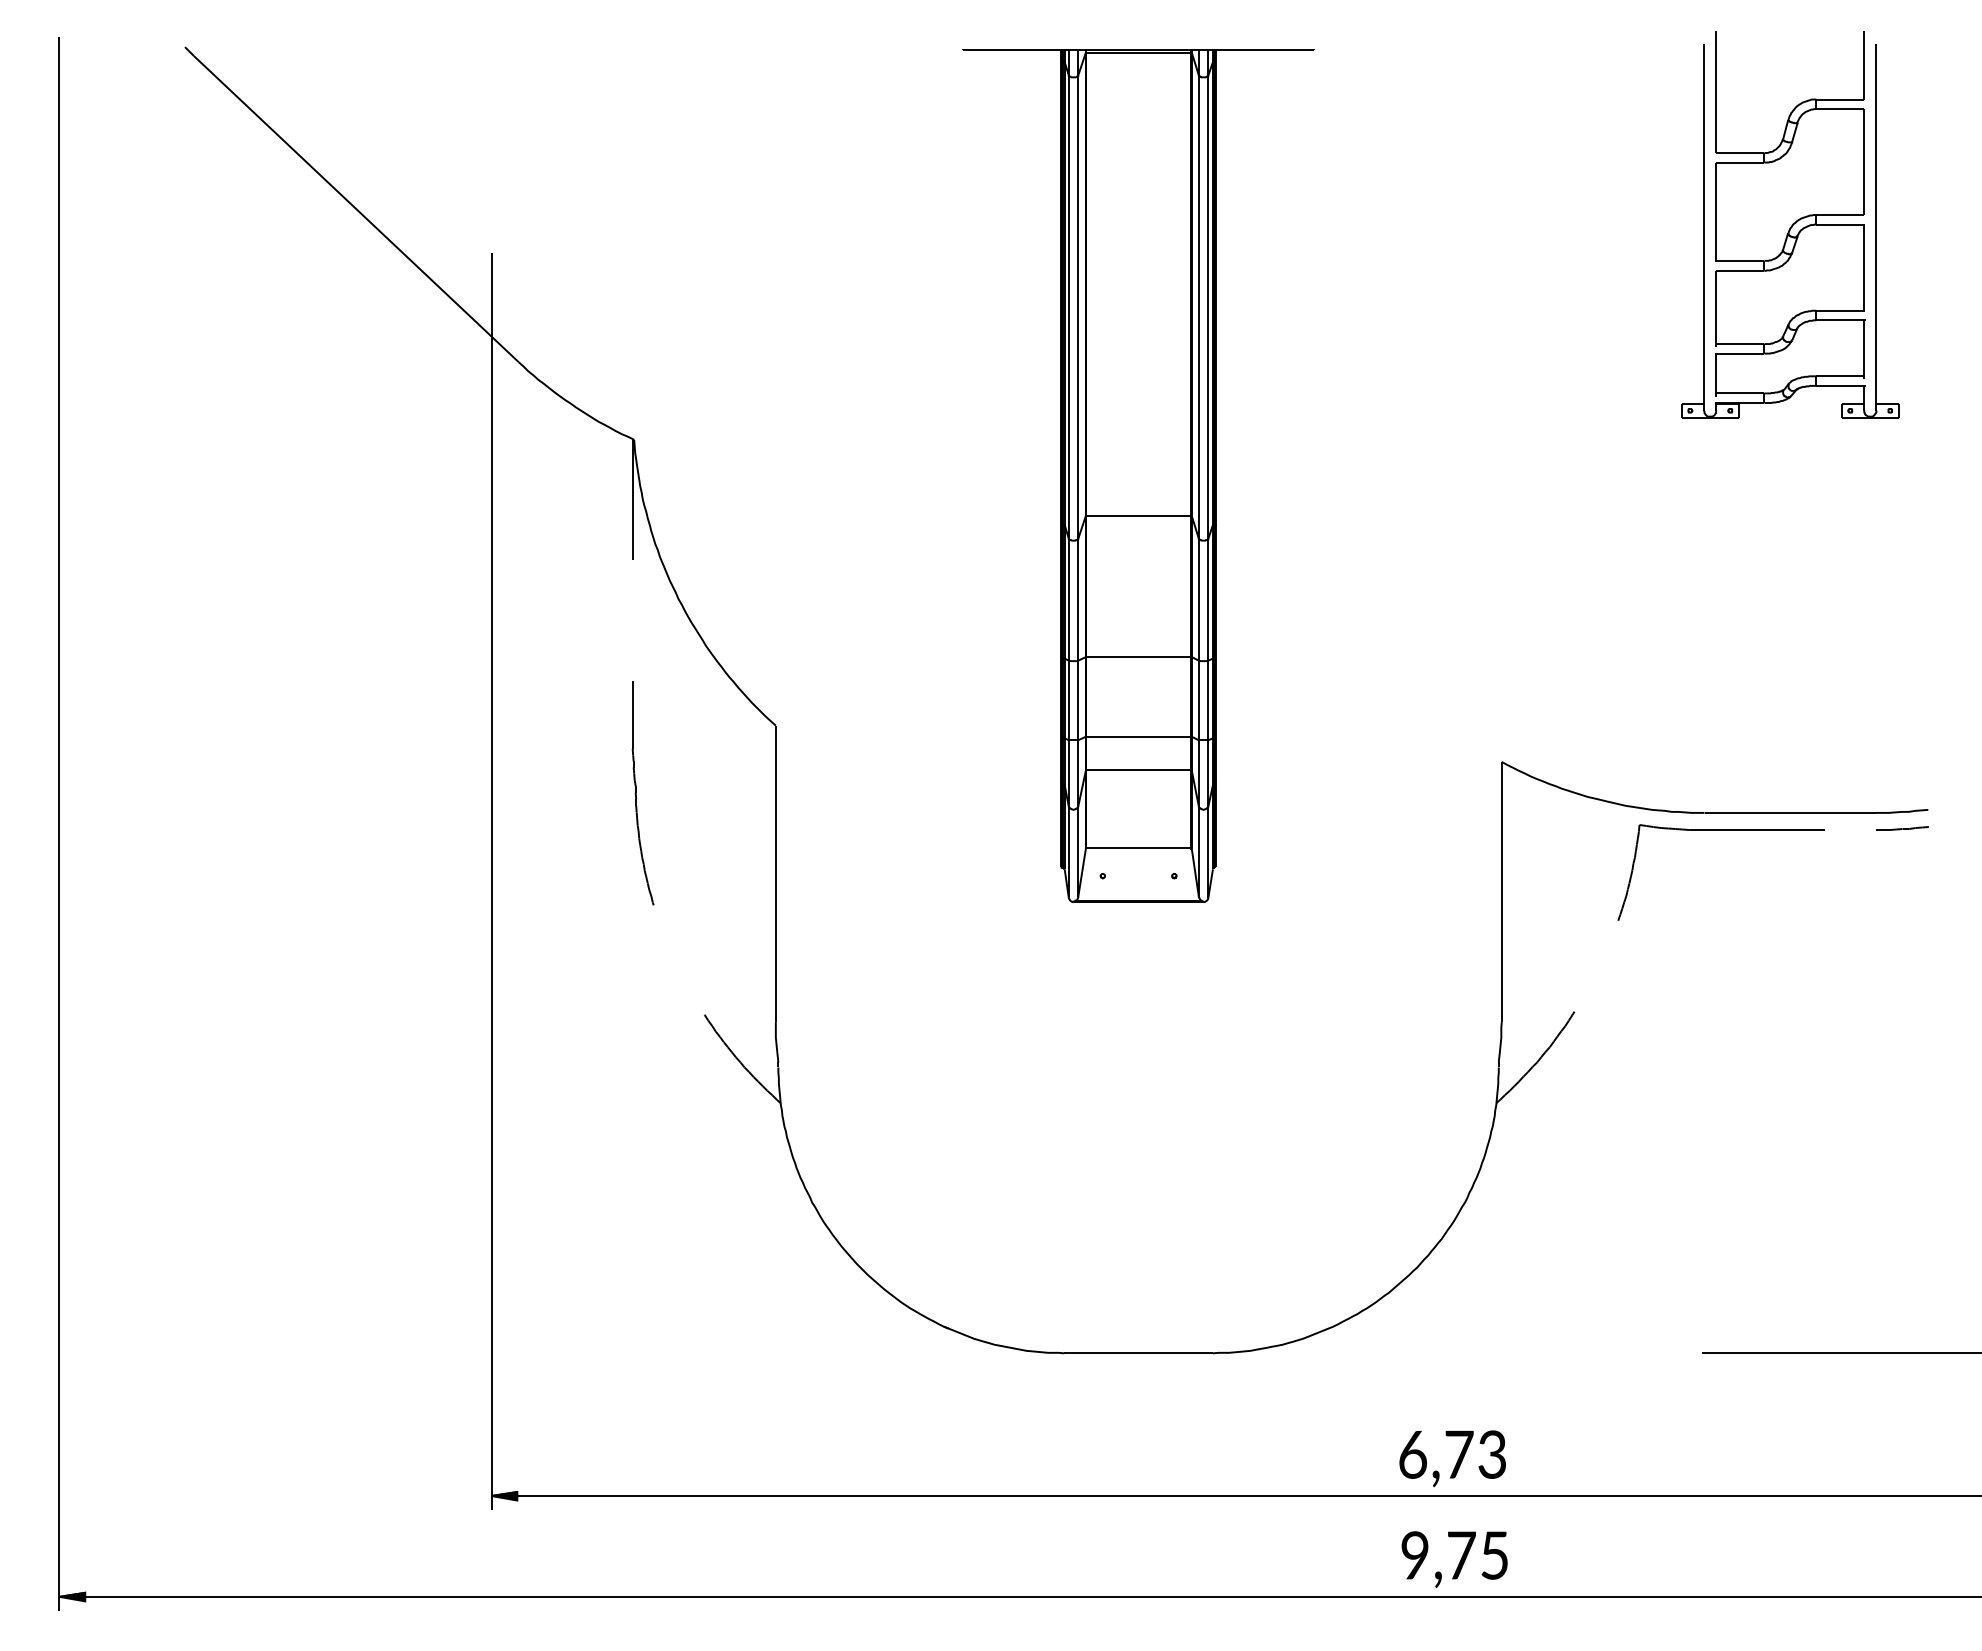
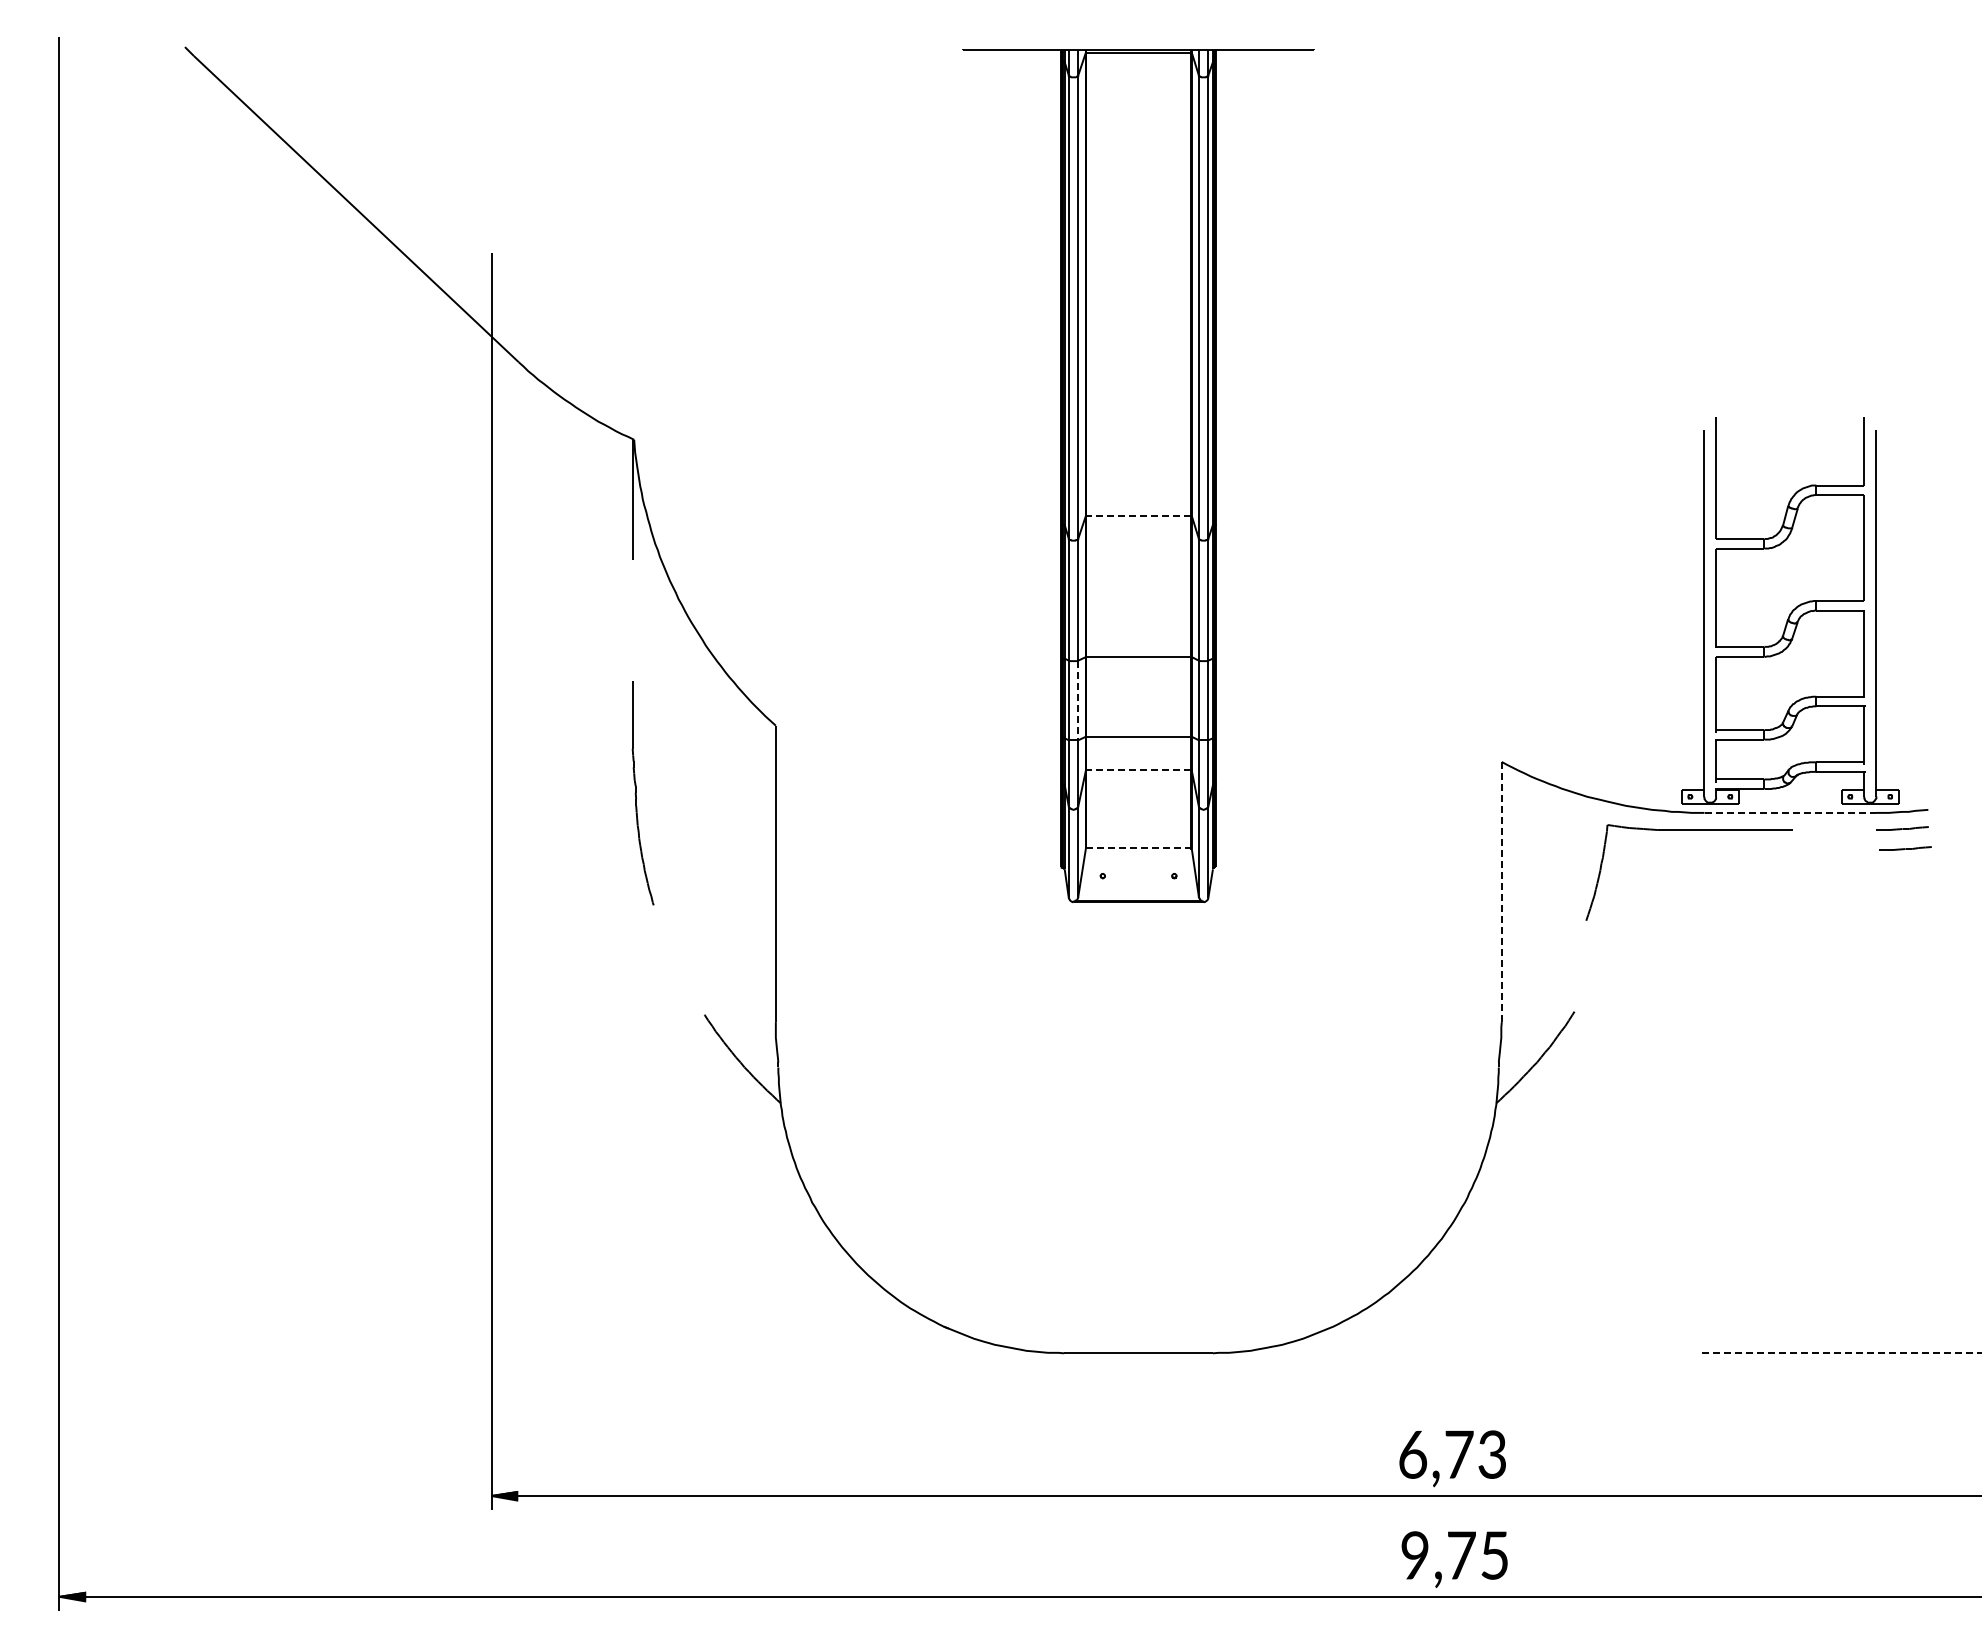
part at (1790, 224) position: (1790, 224) -> (1790, 610)
line at (1138, 515): solid -> dashed
line at (1078, 700): solid -> dashed
line at (1138, 770): solid -> dashed
line at (1790, 812): solid -> dashed
part at (1720, 830) position: (1720, 830) -> (1688, 830)
line at (1139, 848): solid -> dashed
line at (1905, 848): none -> present
line at (1501, 891): solid -> dashed
line at (1841, 1353): solid -> dashed
